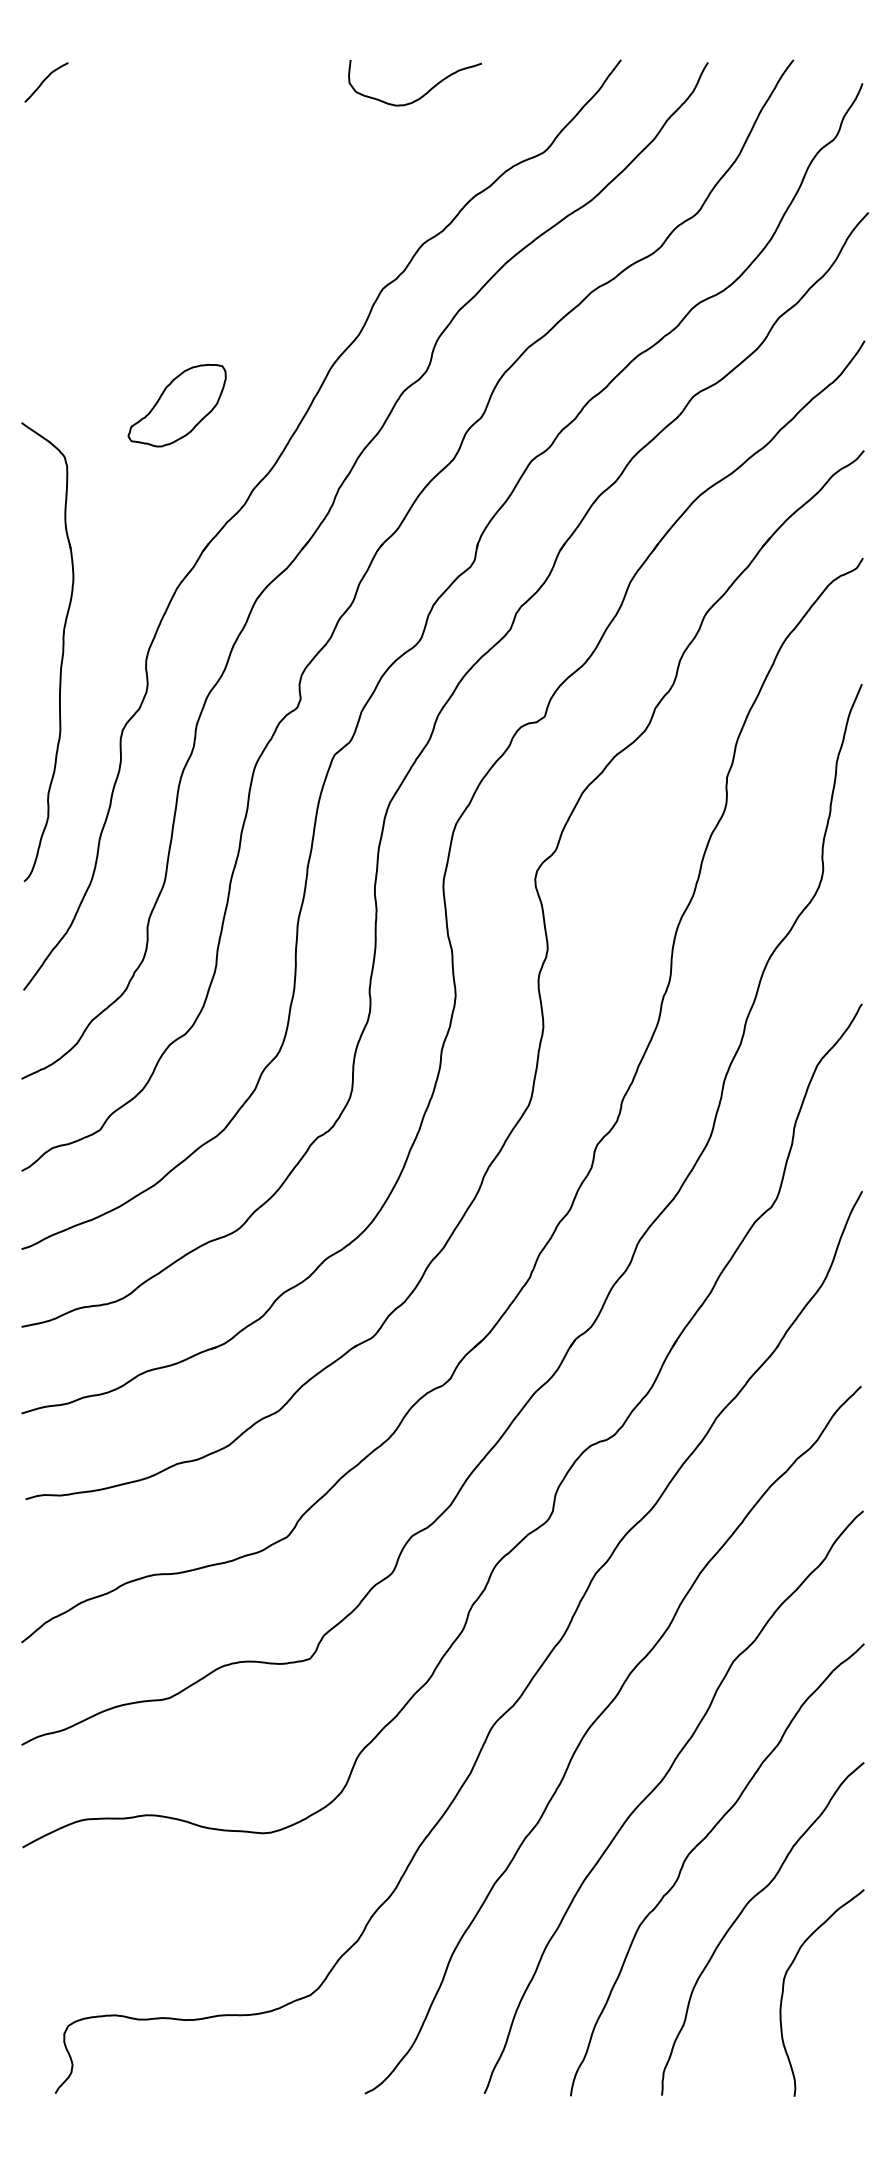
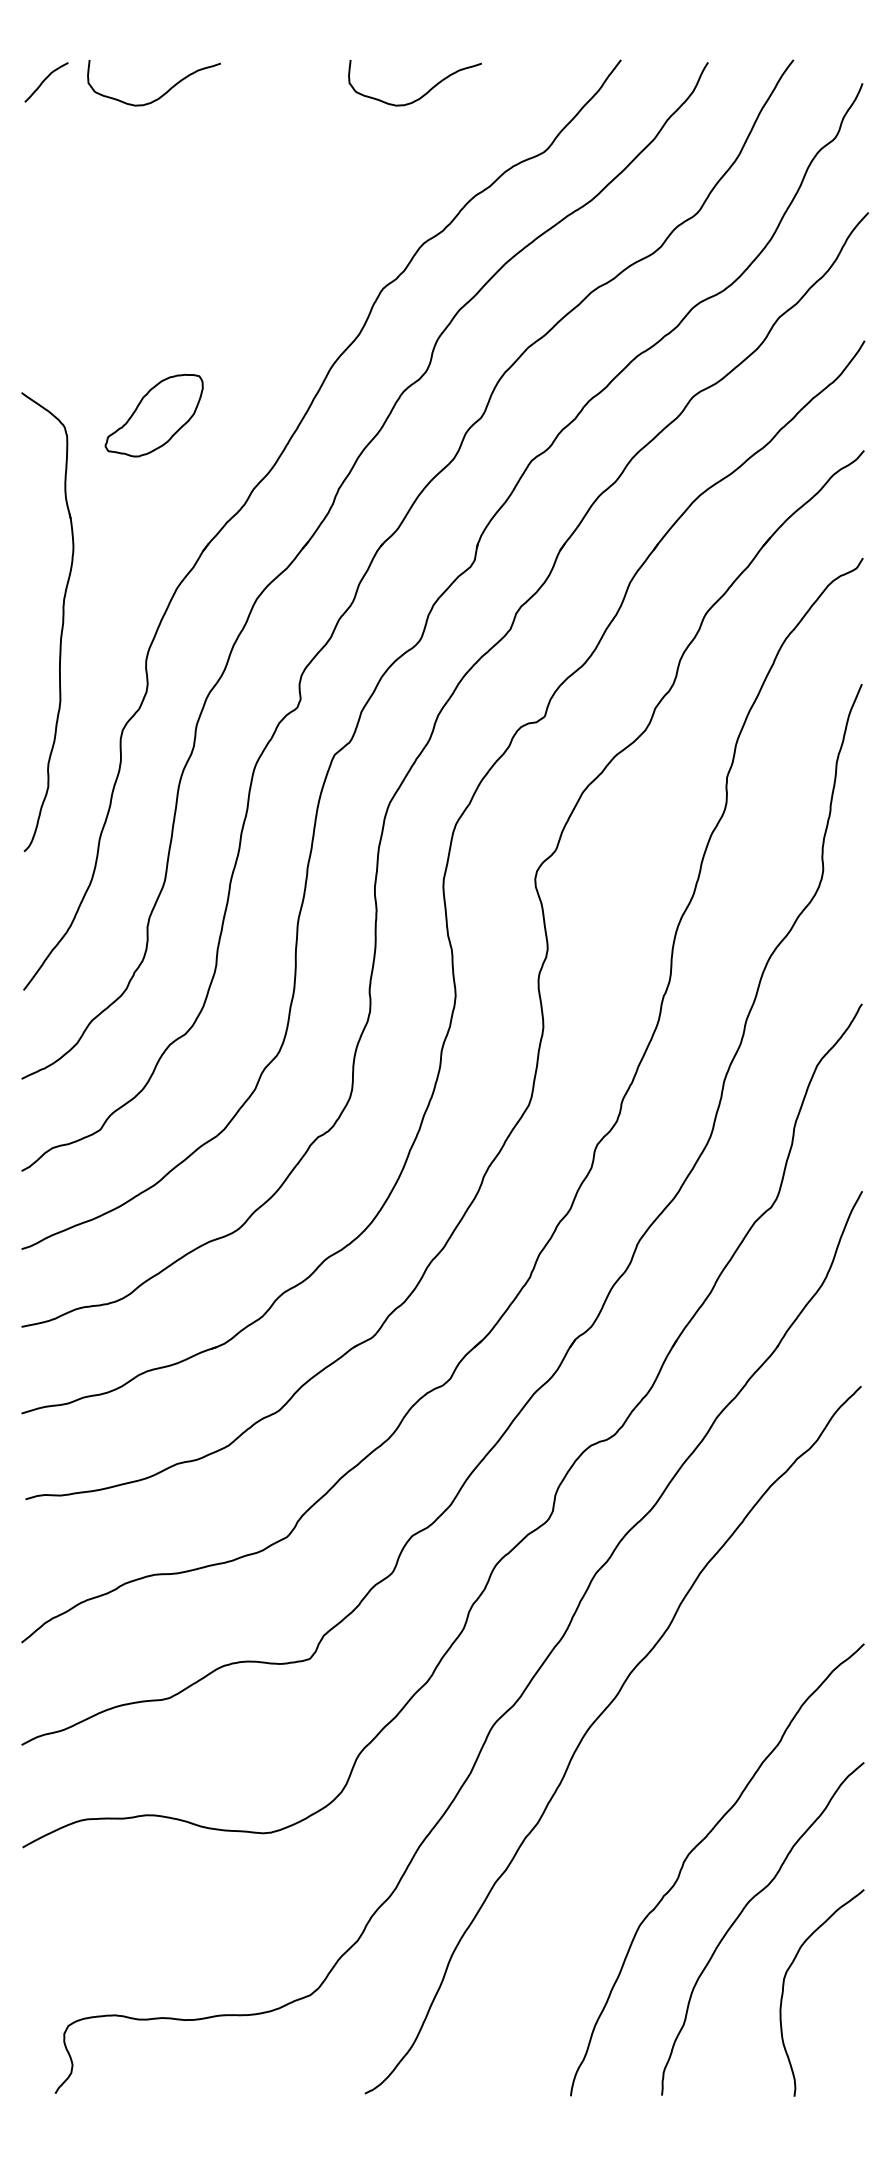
curve at (163, 93): none -> present
part at (176, 405) position: (176, 405) -> (153, 415)
part at (61, 656) position: (61, 656) -> (61, 626)
curve at (657, 1787): present -> none
